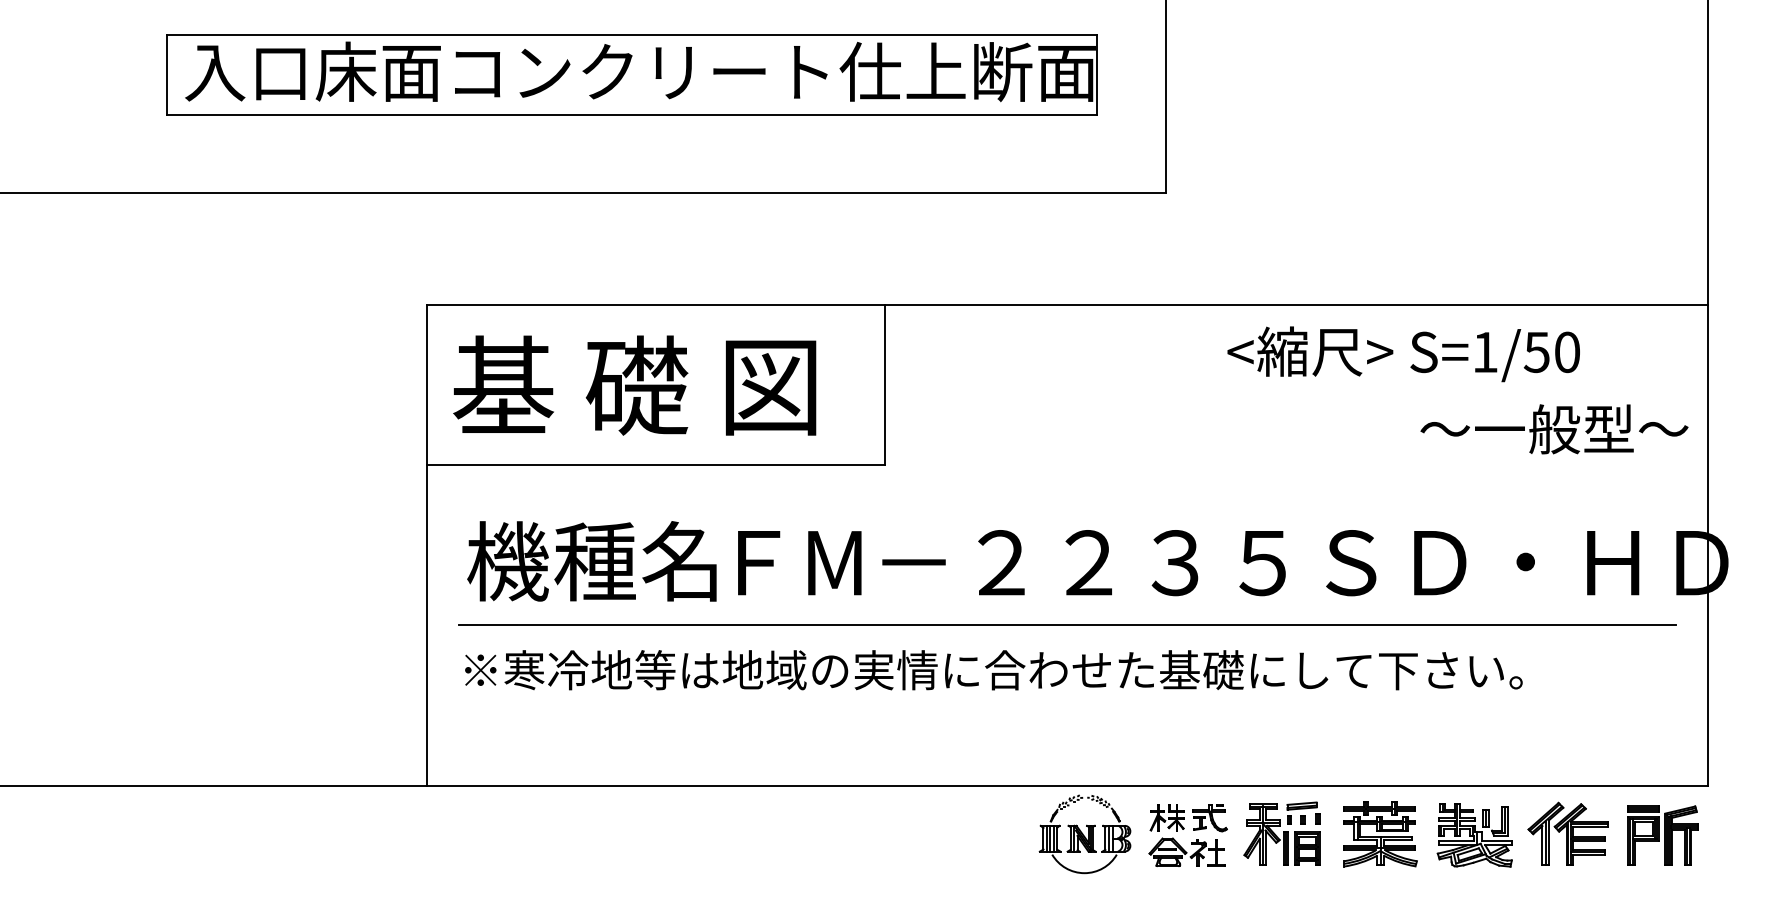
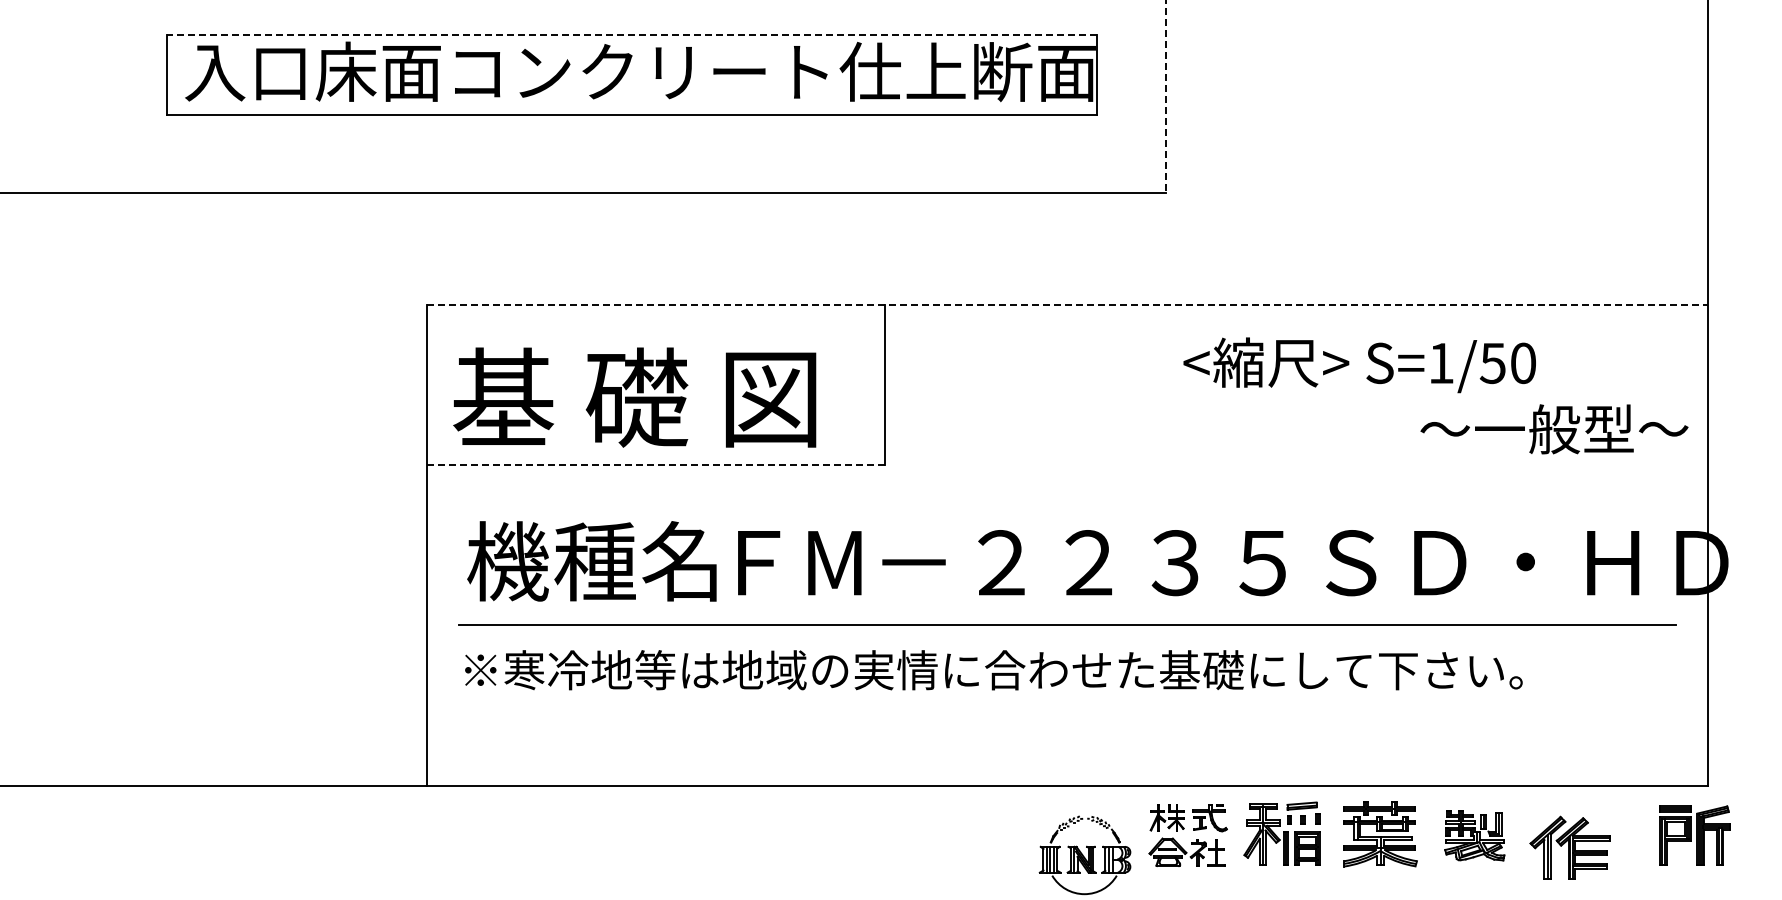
line at (632, 35): solid -> dashed
line at (1166, 97): solid -> dashed
line at (1067, 305): solid -> dashed
text at (1403, 354) position: (1403, 354) -> (1359, 365)
text at (634, 385) position: (634, 385) -> (634, 397)
line at (656, 465): solid -> dashed
part at (1567, 833) position: (1567, 833) -> (1569, 847)
part at (1084, 834) position: (1084, 834) -> (1084, 855)
part at (1474, 835) size: 77x65 px -> 62x52 px
part at (1662, 835) position: (1662, 835) -> (1694, 835)
